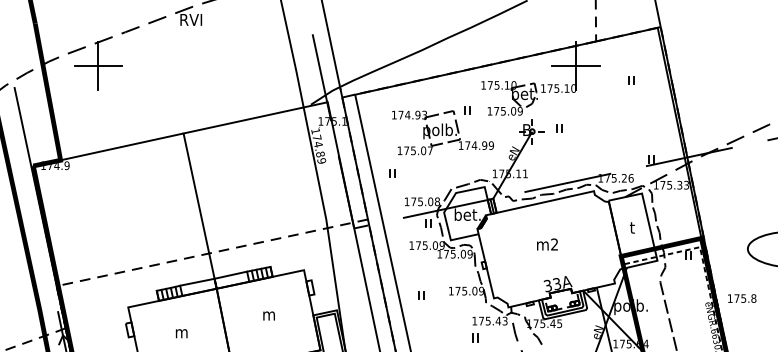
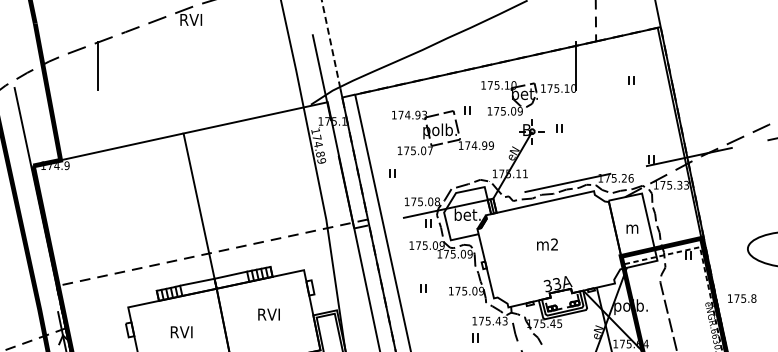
line at (331, 45): solid -> dashed
line at (98, 65): present -> none
line at (576, 65): present -> none
text at (632, 227): t -> m
part at (421, 295) position: (421, 295) -> (423, 288)
text at (268, 314): m -> RVI
text at (181, 332): m -> RVI
